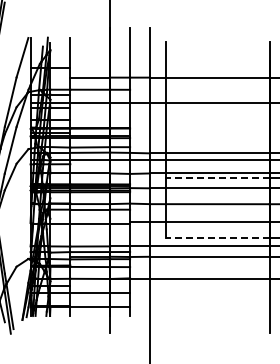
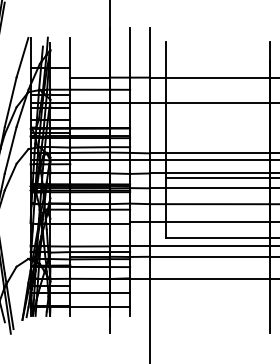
line at (217, 178): dashed -> solid
line at (217, 238): dashed -> solid
